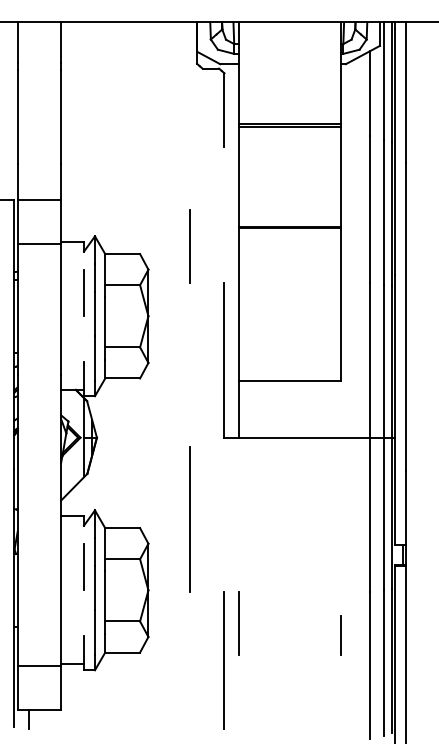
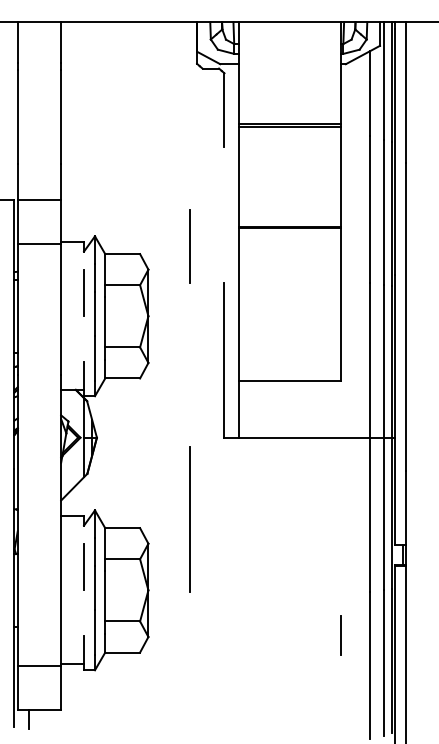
line at (239, 623): present -> none
line at (223, 660): present -> none
